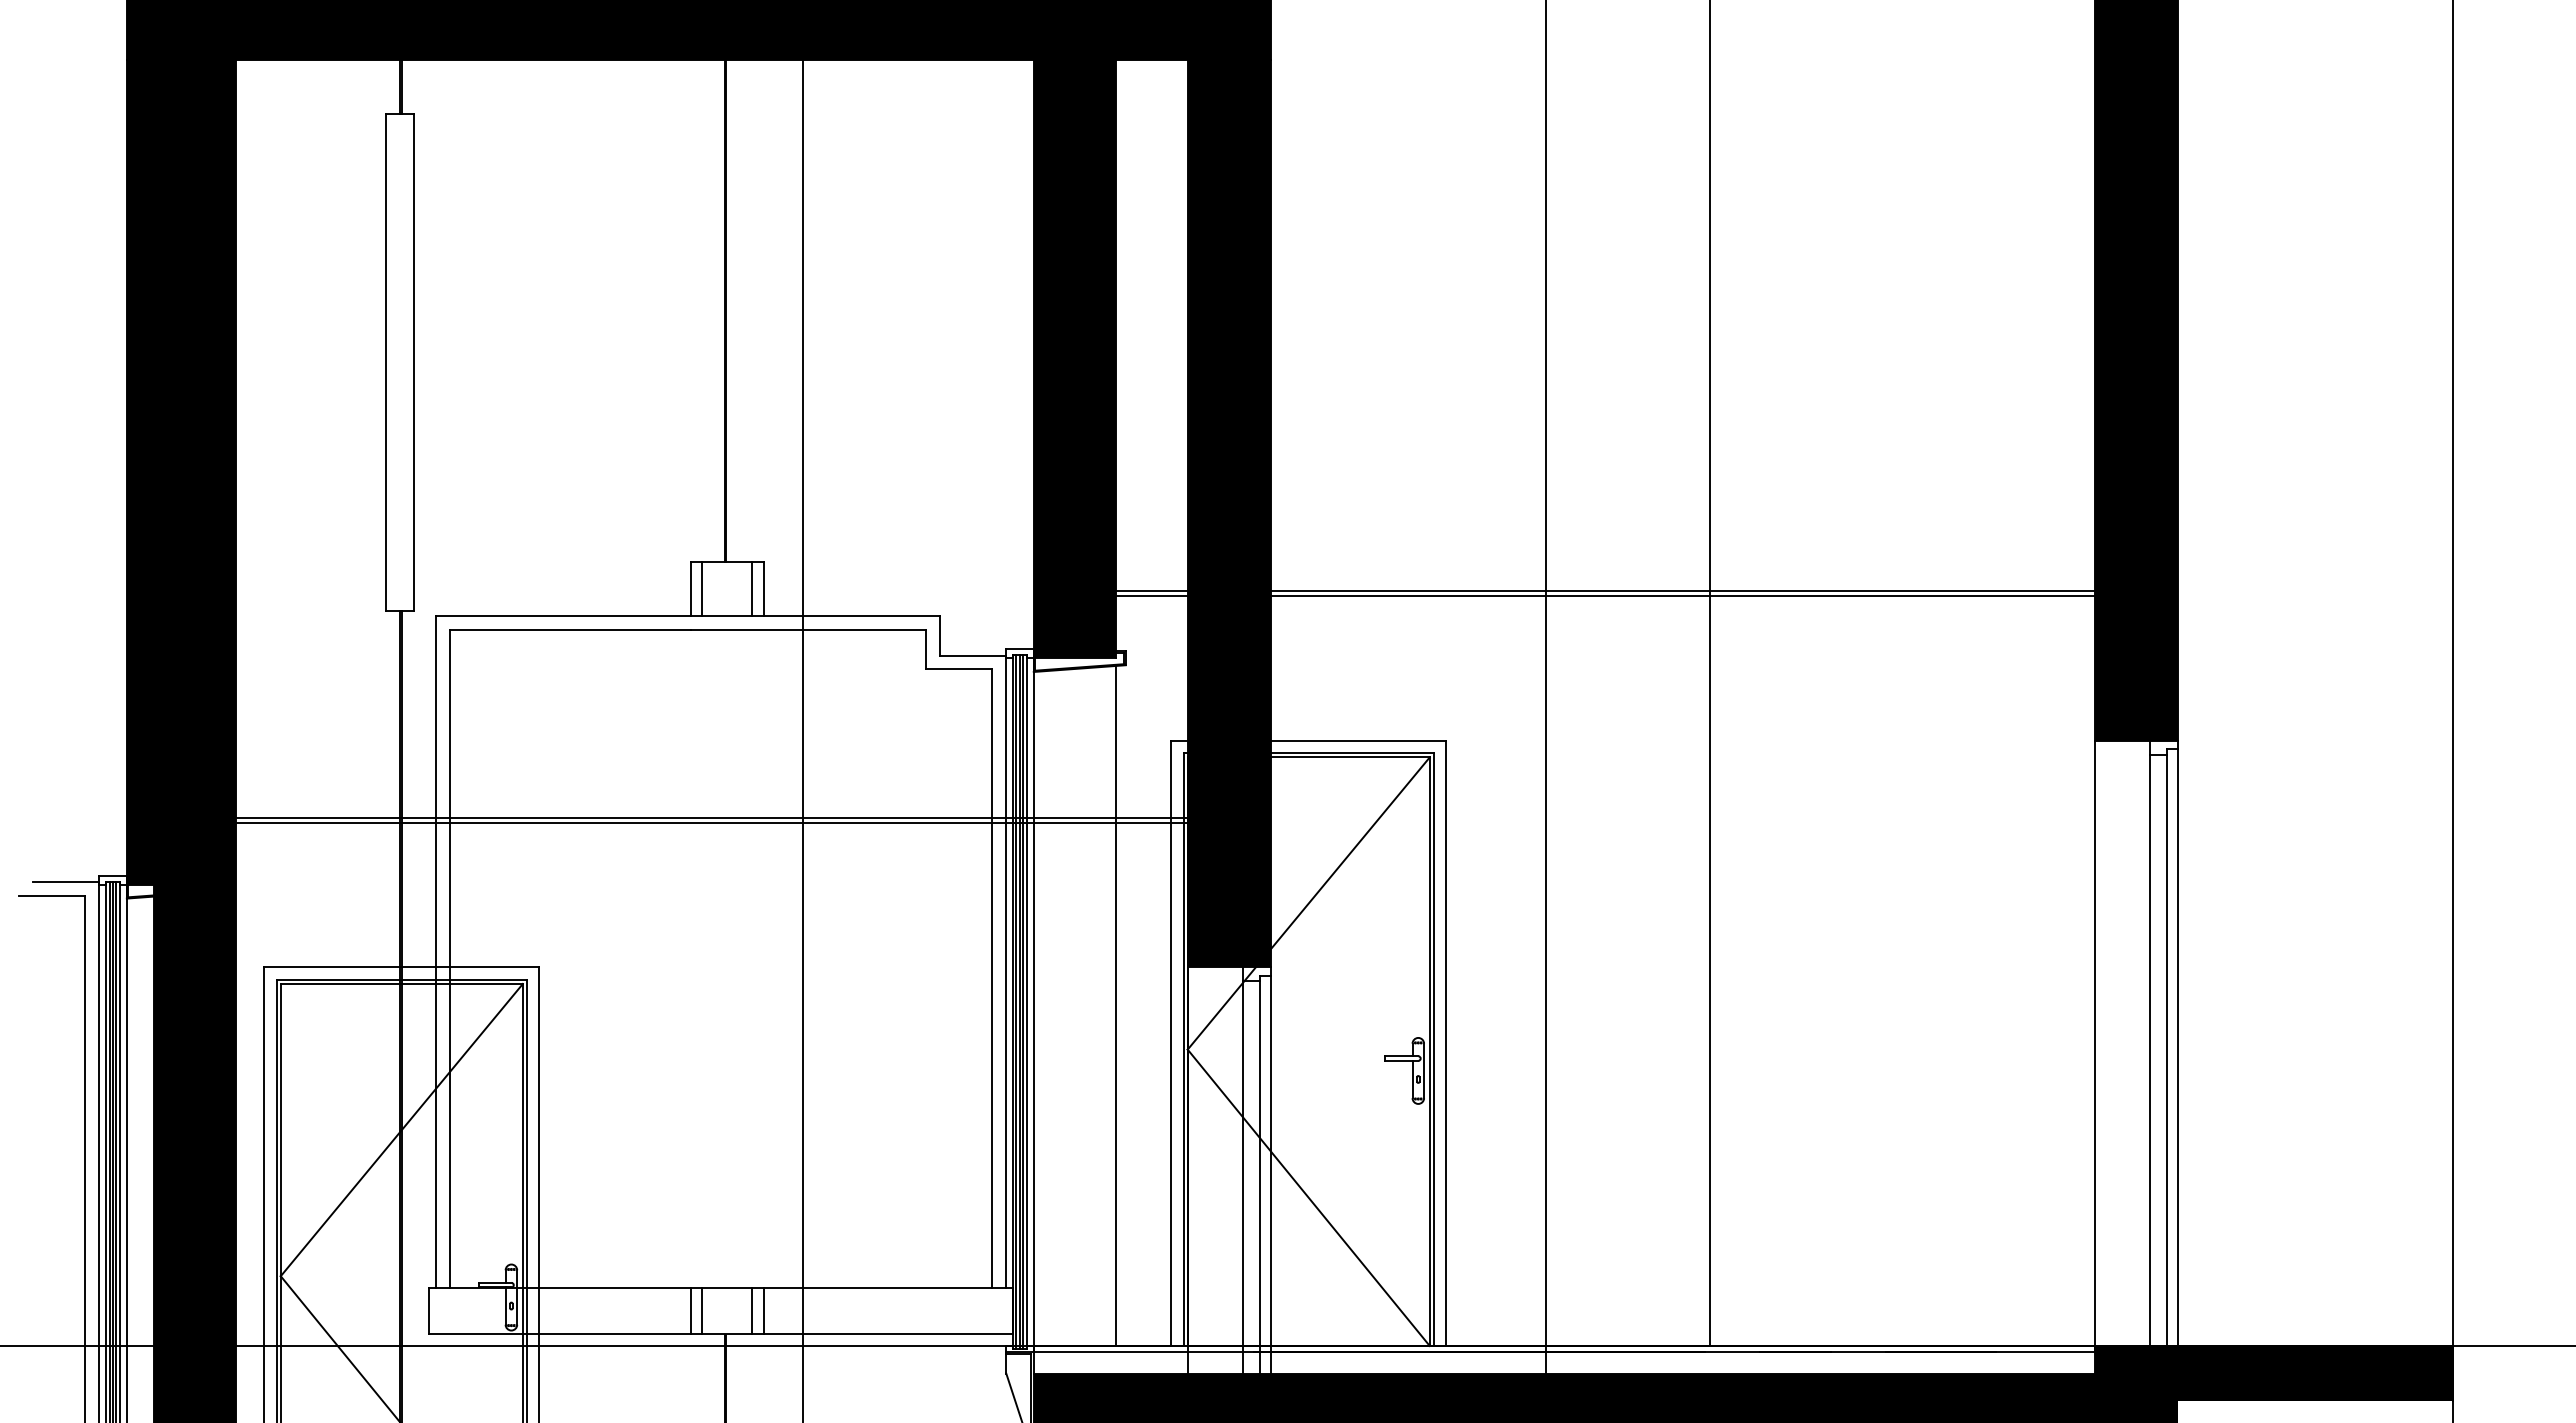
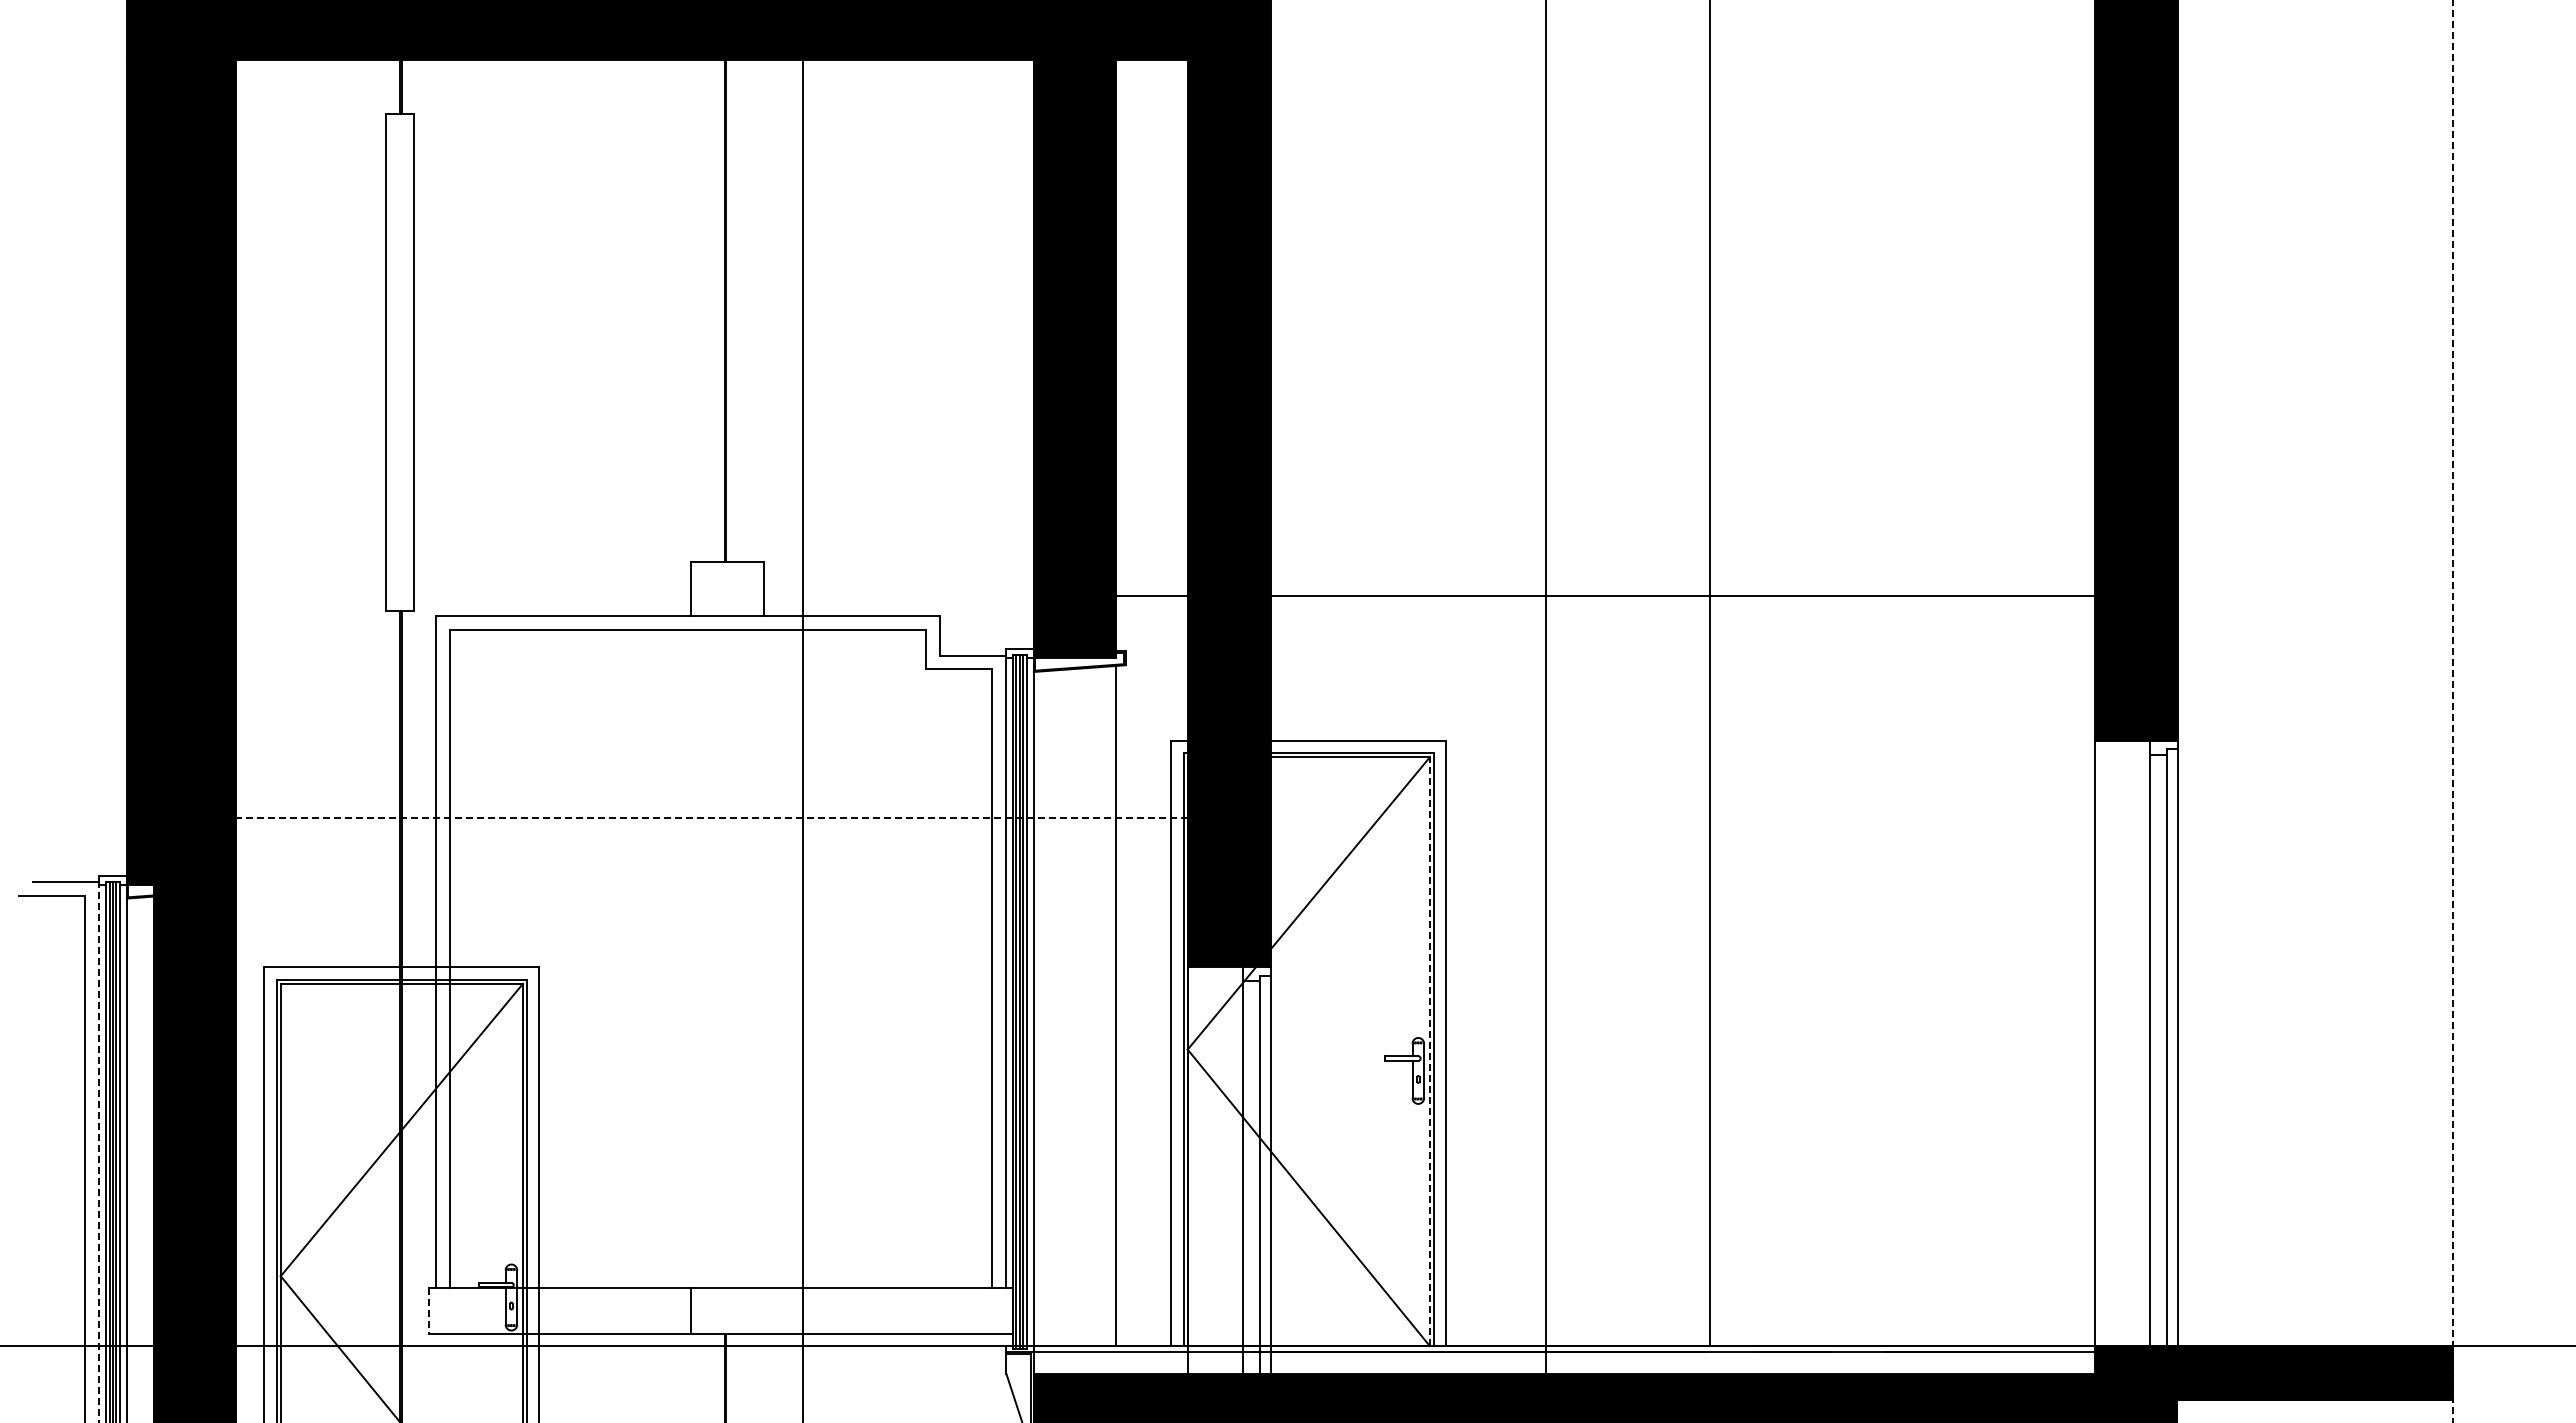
line at (701, 588): present -> none
line at (752, 588): present -> none
line at (1605, 590): present -> none
line at (2452, 711): solid -> dashed
line at (698, 817): solid -> dashed
line at (698, 823): present -> none
line at (1429, 1051): solid -> dashed
line at (98, 1152): solid -> dashed
line at (429, 1311): solid -> dashed
line at (701, 1311): present -> none
line at (752, 1311): present -> none
line at (763, 1311): present -> none
